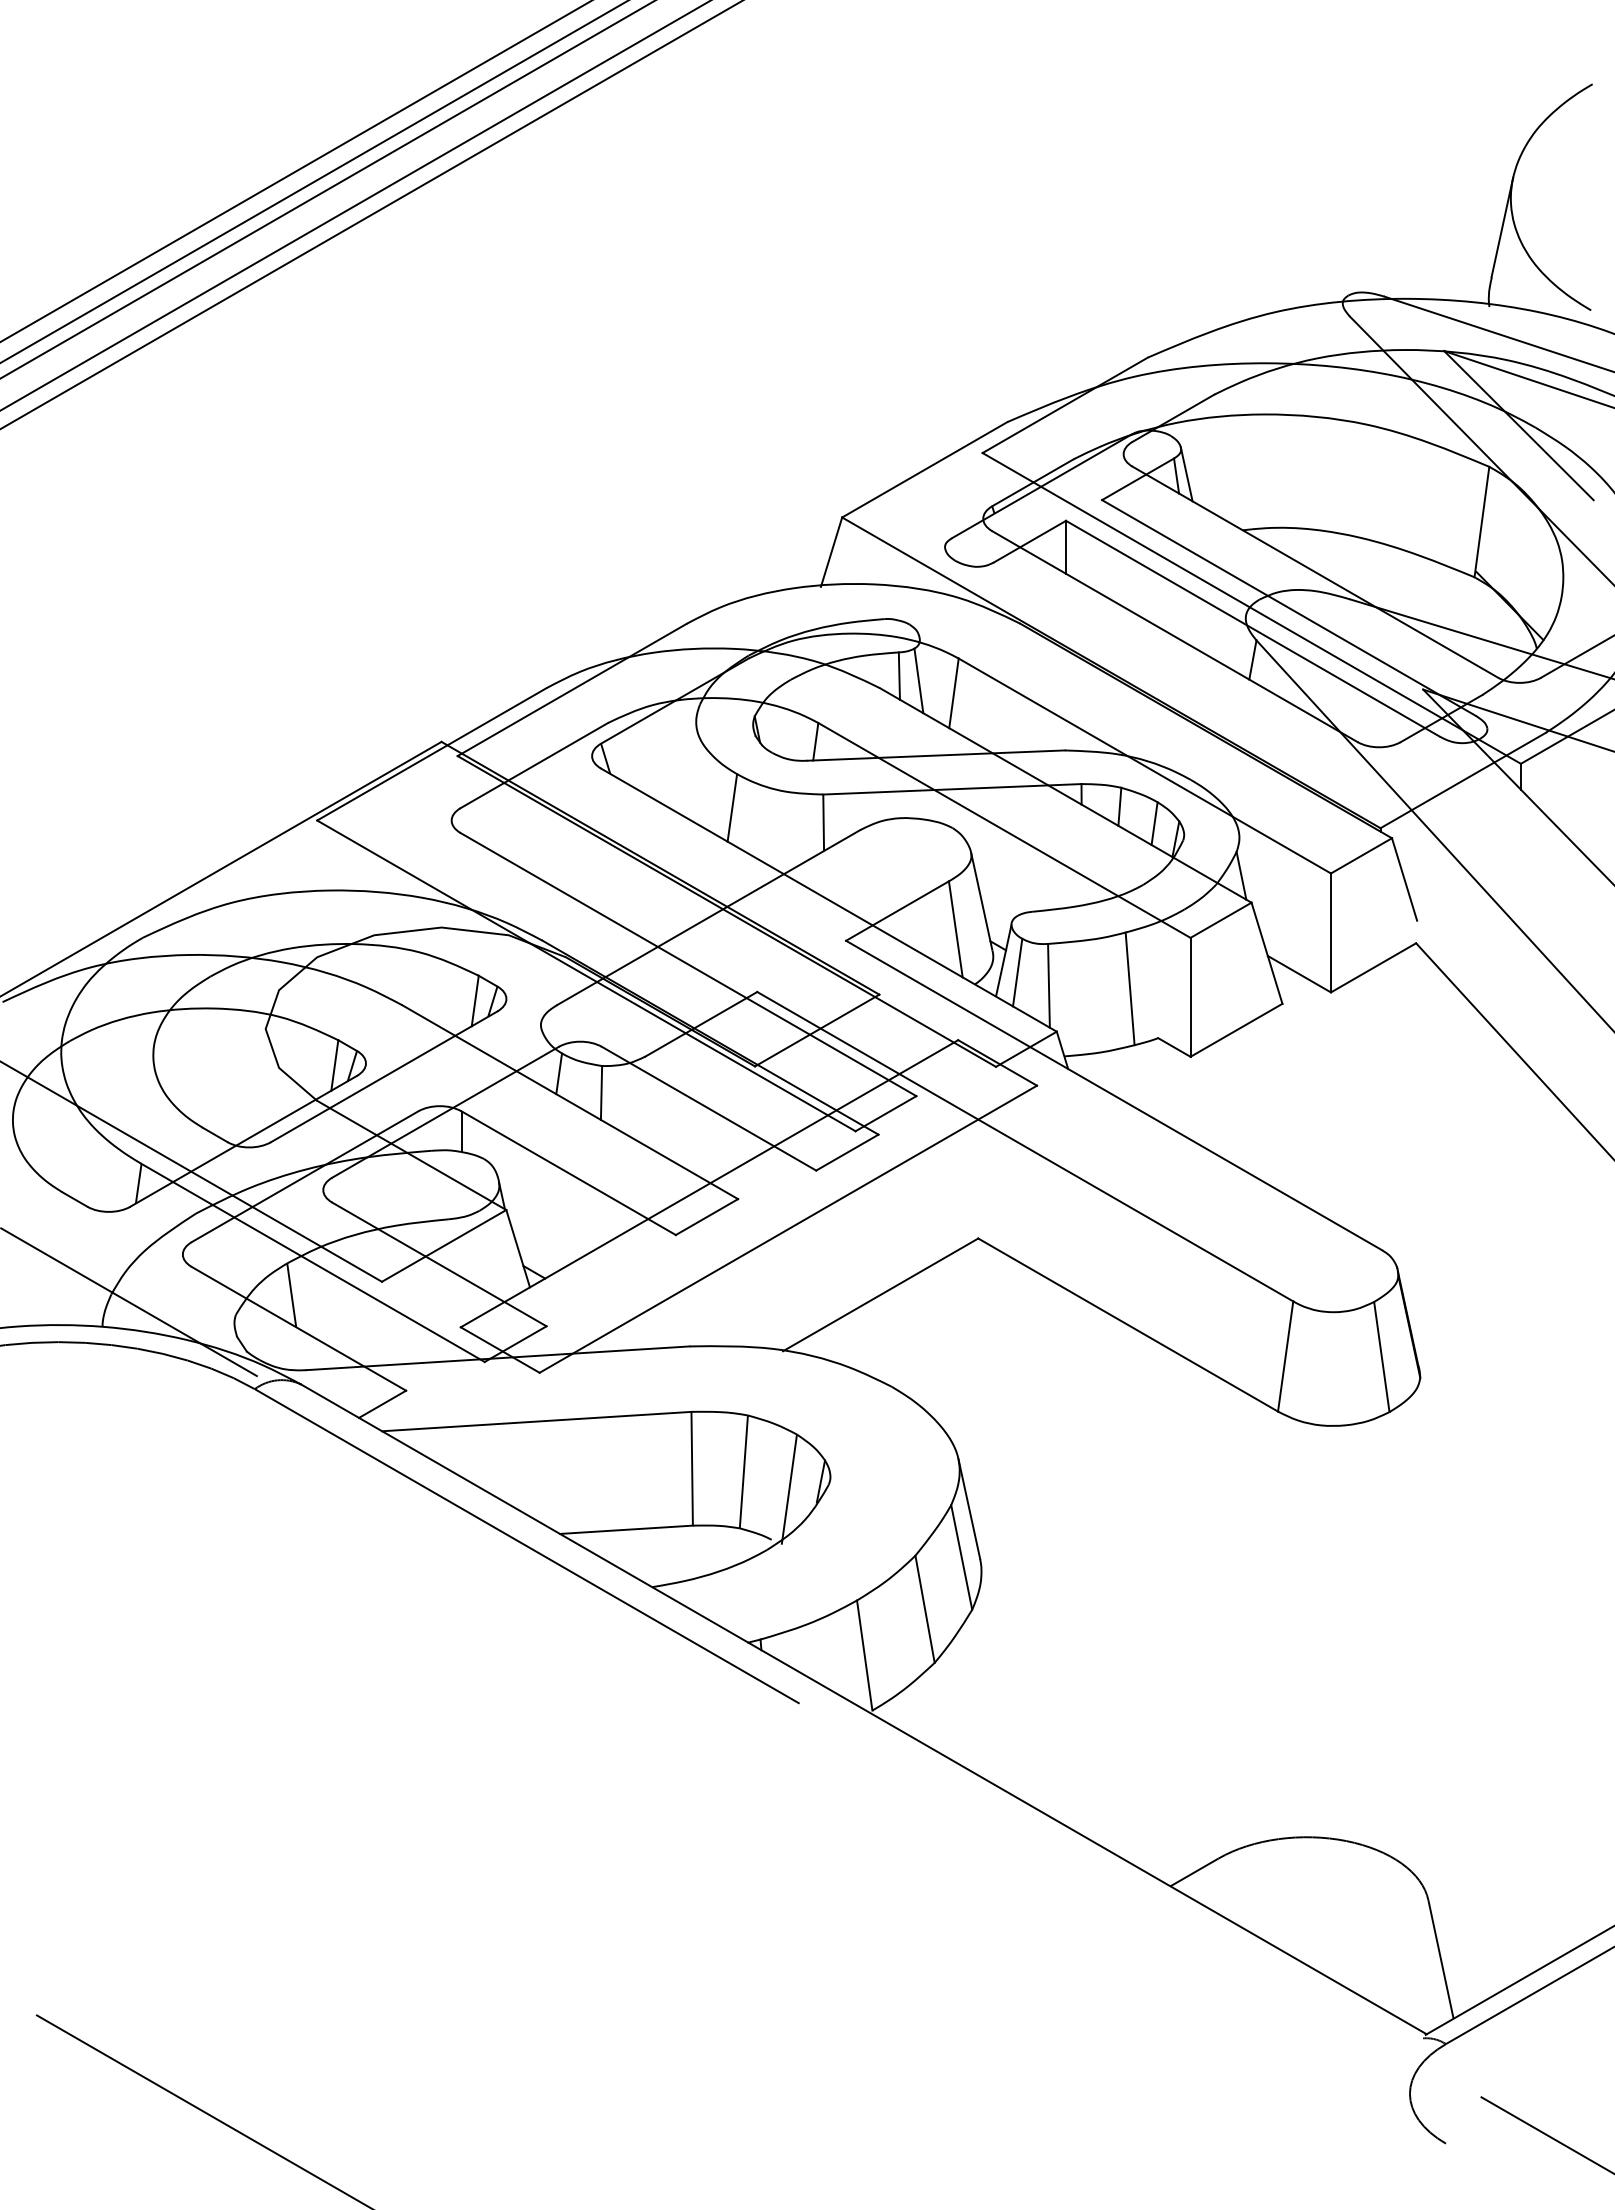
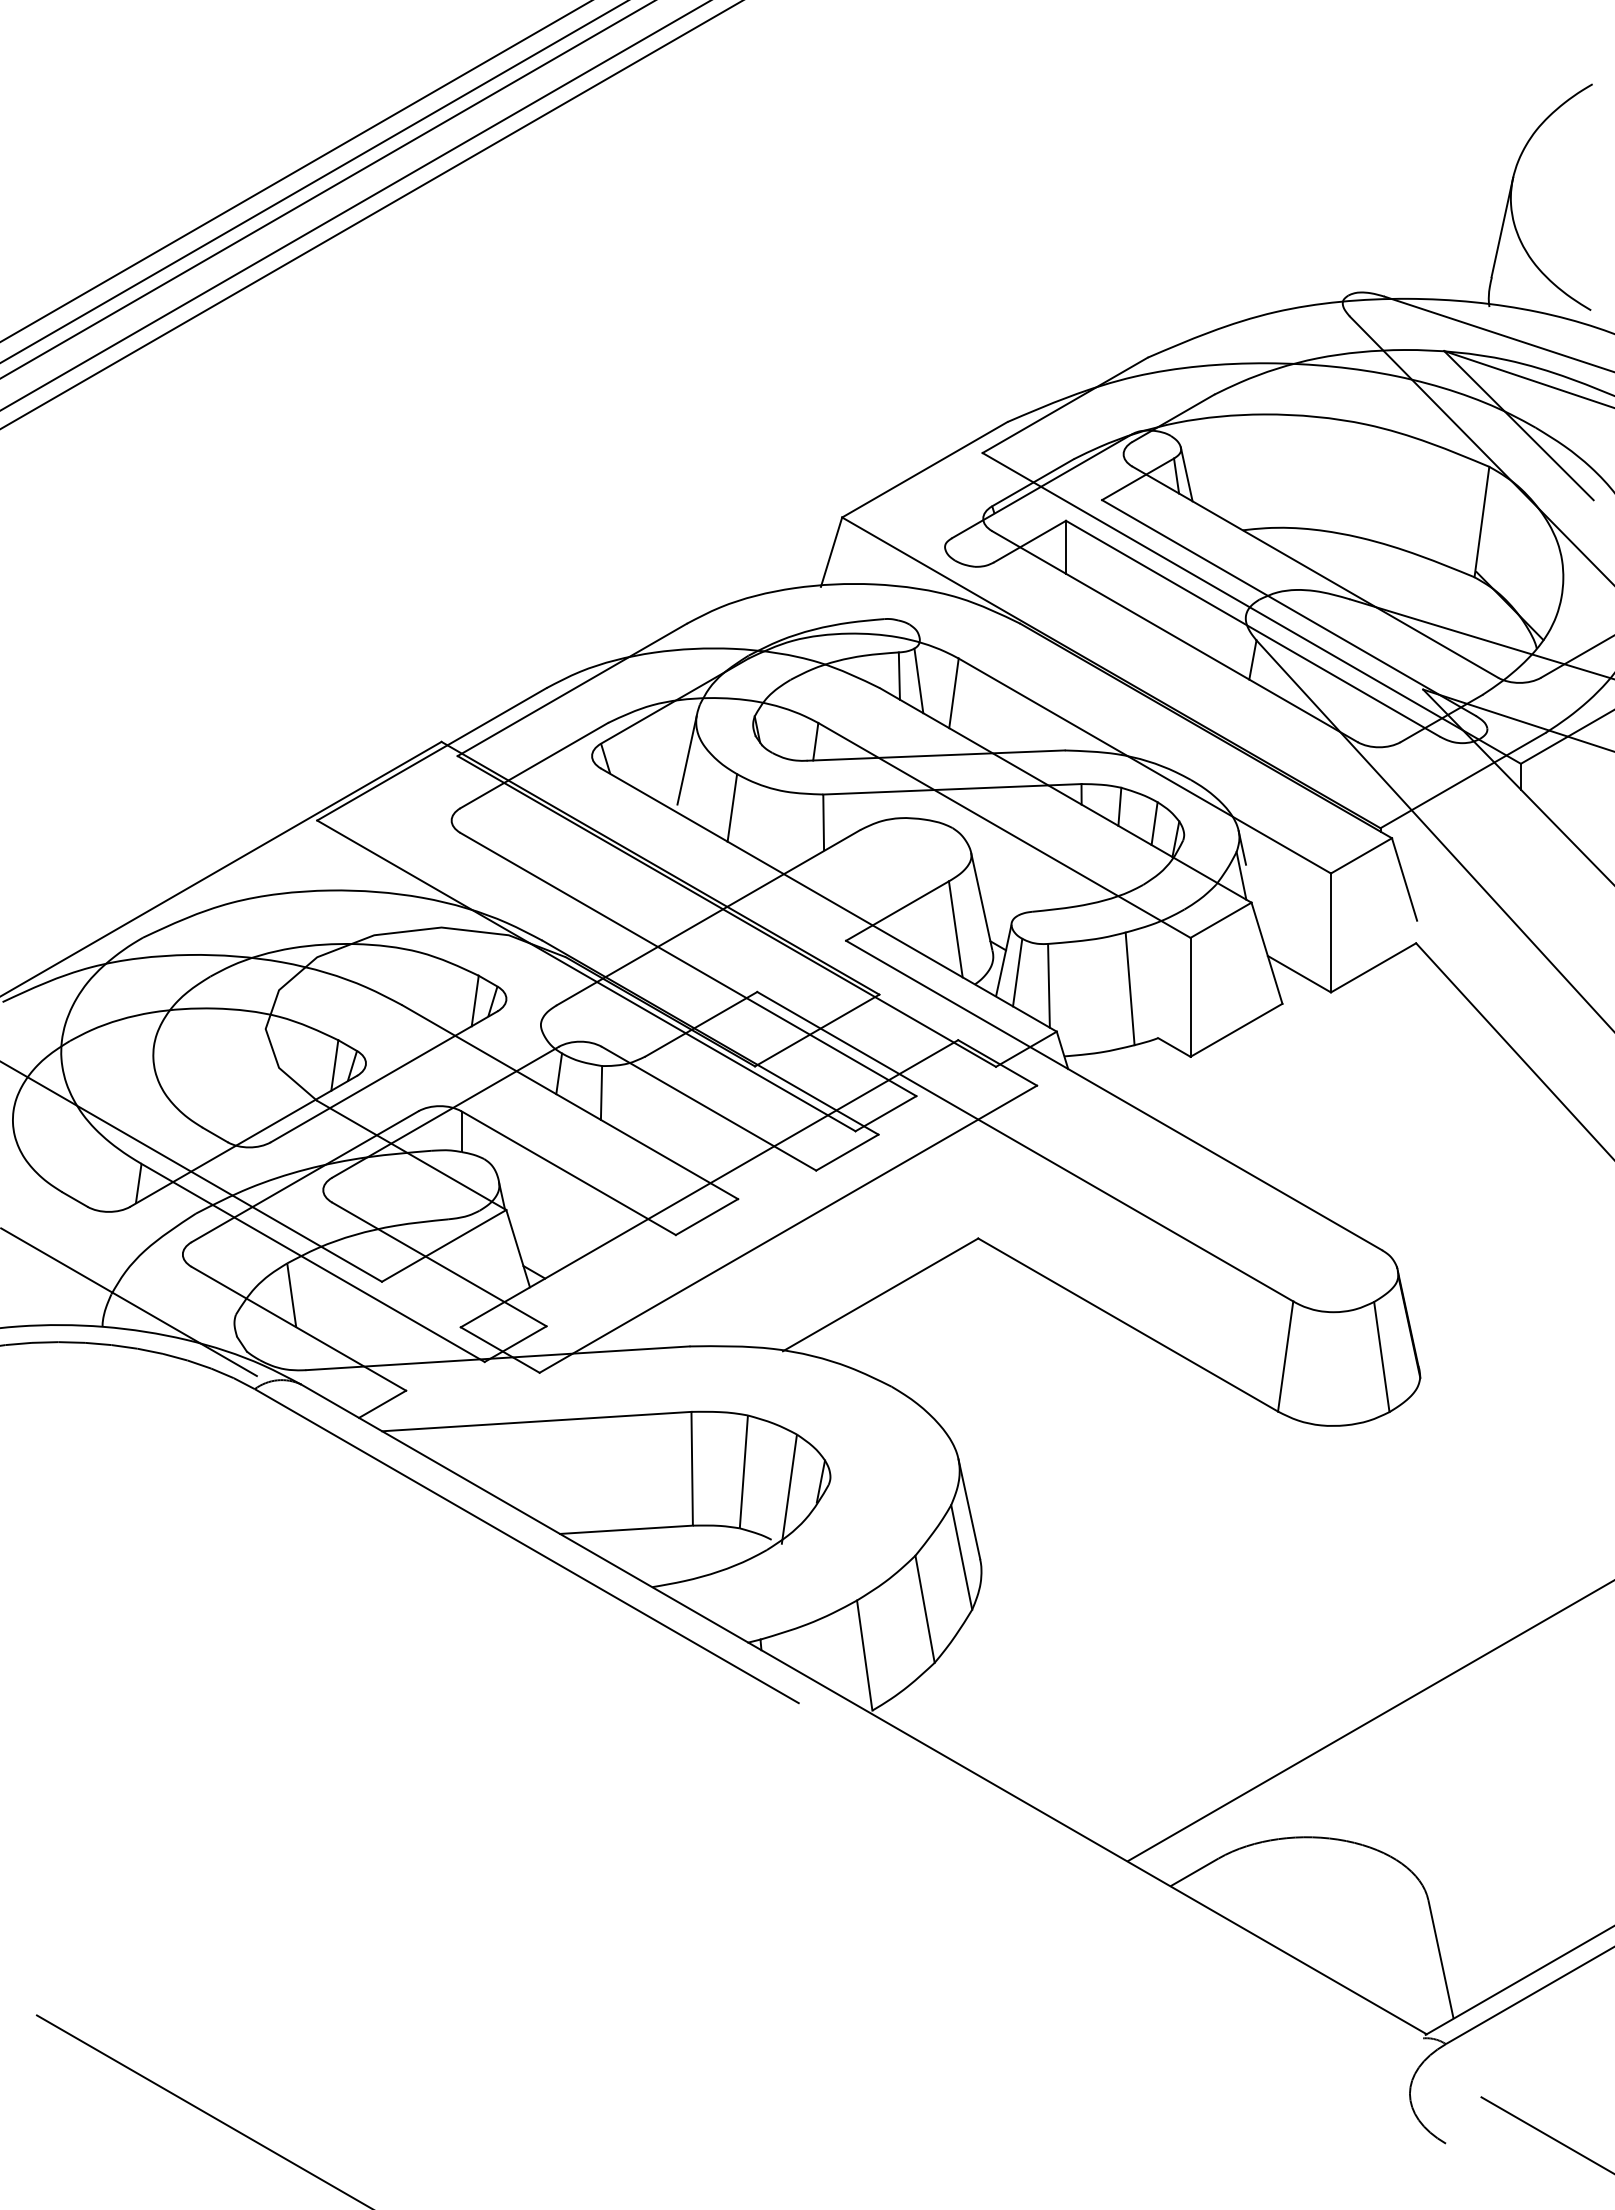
line at (686, 760): none -> present
line at (1242, 847): none -> present
line at (1369, 1721): none -> present
